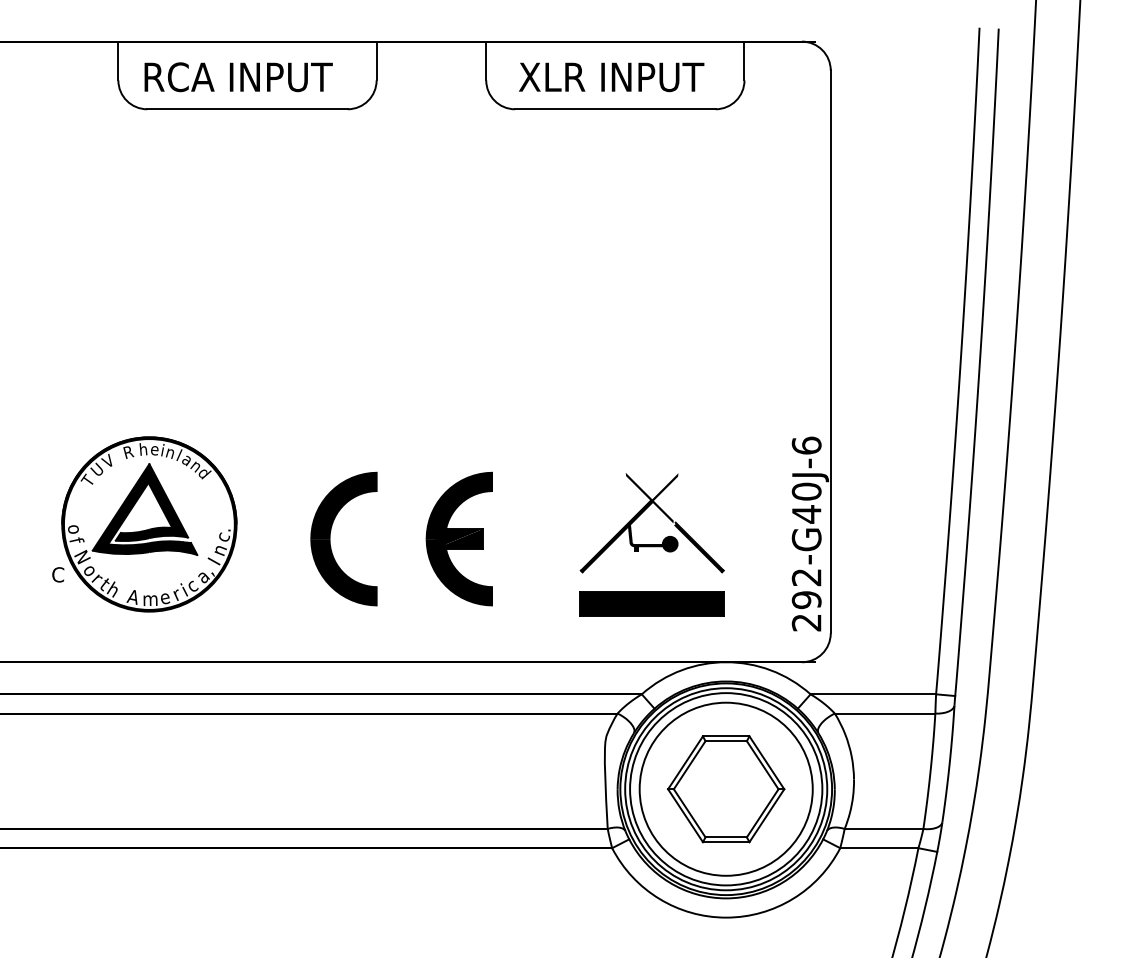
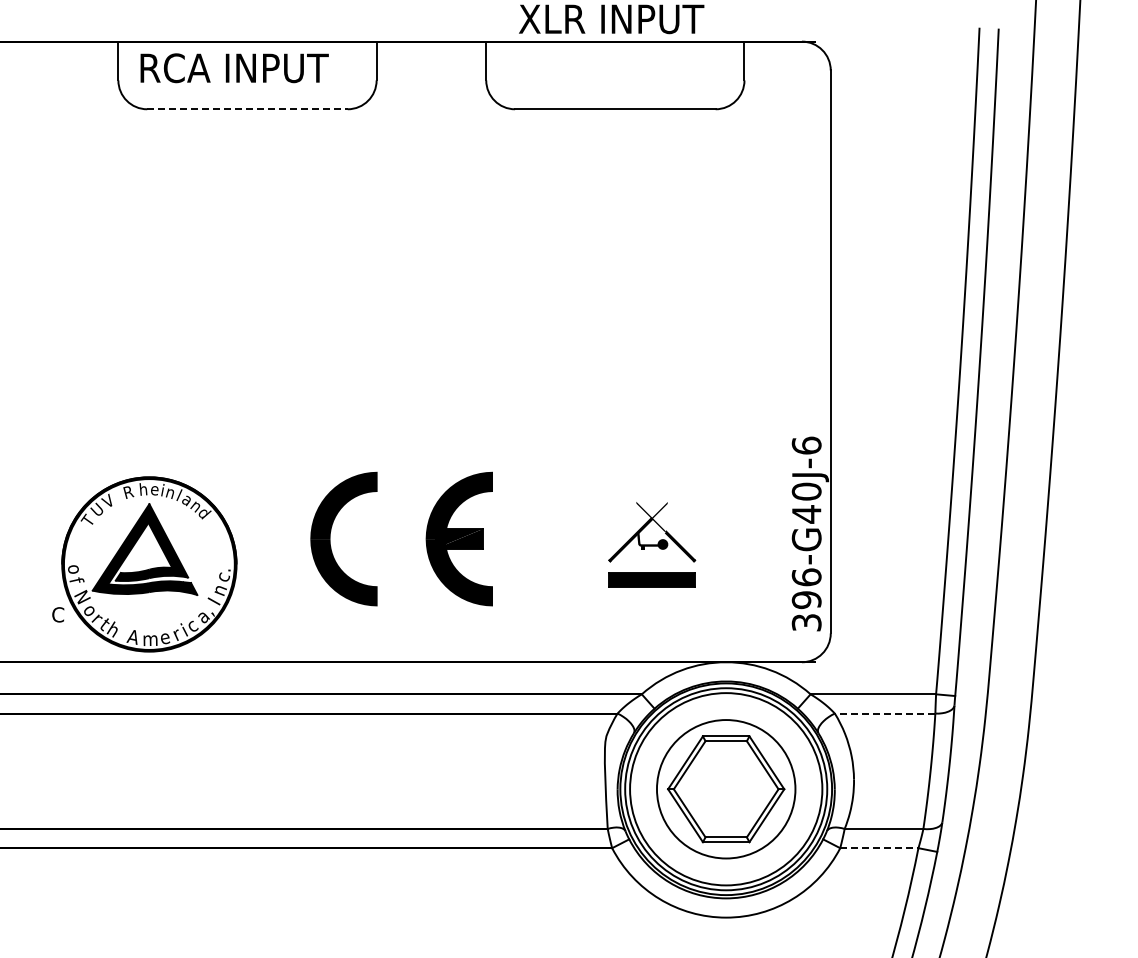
text at (238, 77) position: (238, 77) -> (234, 68)
text at (611, 77) position: (611, 77) -> (611, 19)
line at (248, 109): solid -> dashed
part at (144, 524) position: (144, 524) -> (144, 564)
part at (651, 544) size: 146x144 px -> 89x86 px
text at (806, 599): 292-G40J-6 -> 396-G40J-6
line at (884, 713): solid -> dashed
circle at (725, 788) diameter: 173 px -> 138 px
line at (879, 848): solid -> dashed
